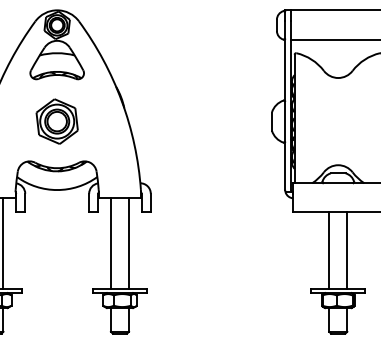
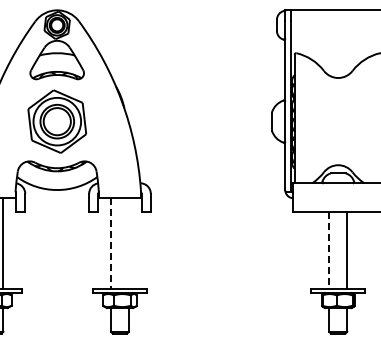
line at (334, 40): present -> none
part at (56, 121) size: 44x47 px -> 61x65 px
line at (110, 243): solid -> dashed
line at (129, 243): present -> none
line at (329, 250): solid -> dashed
